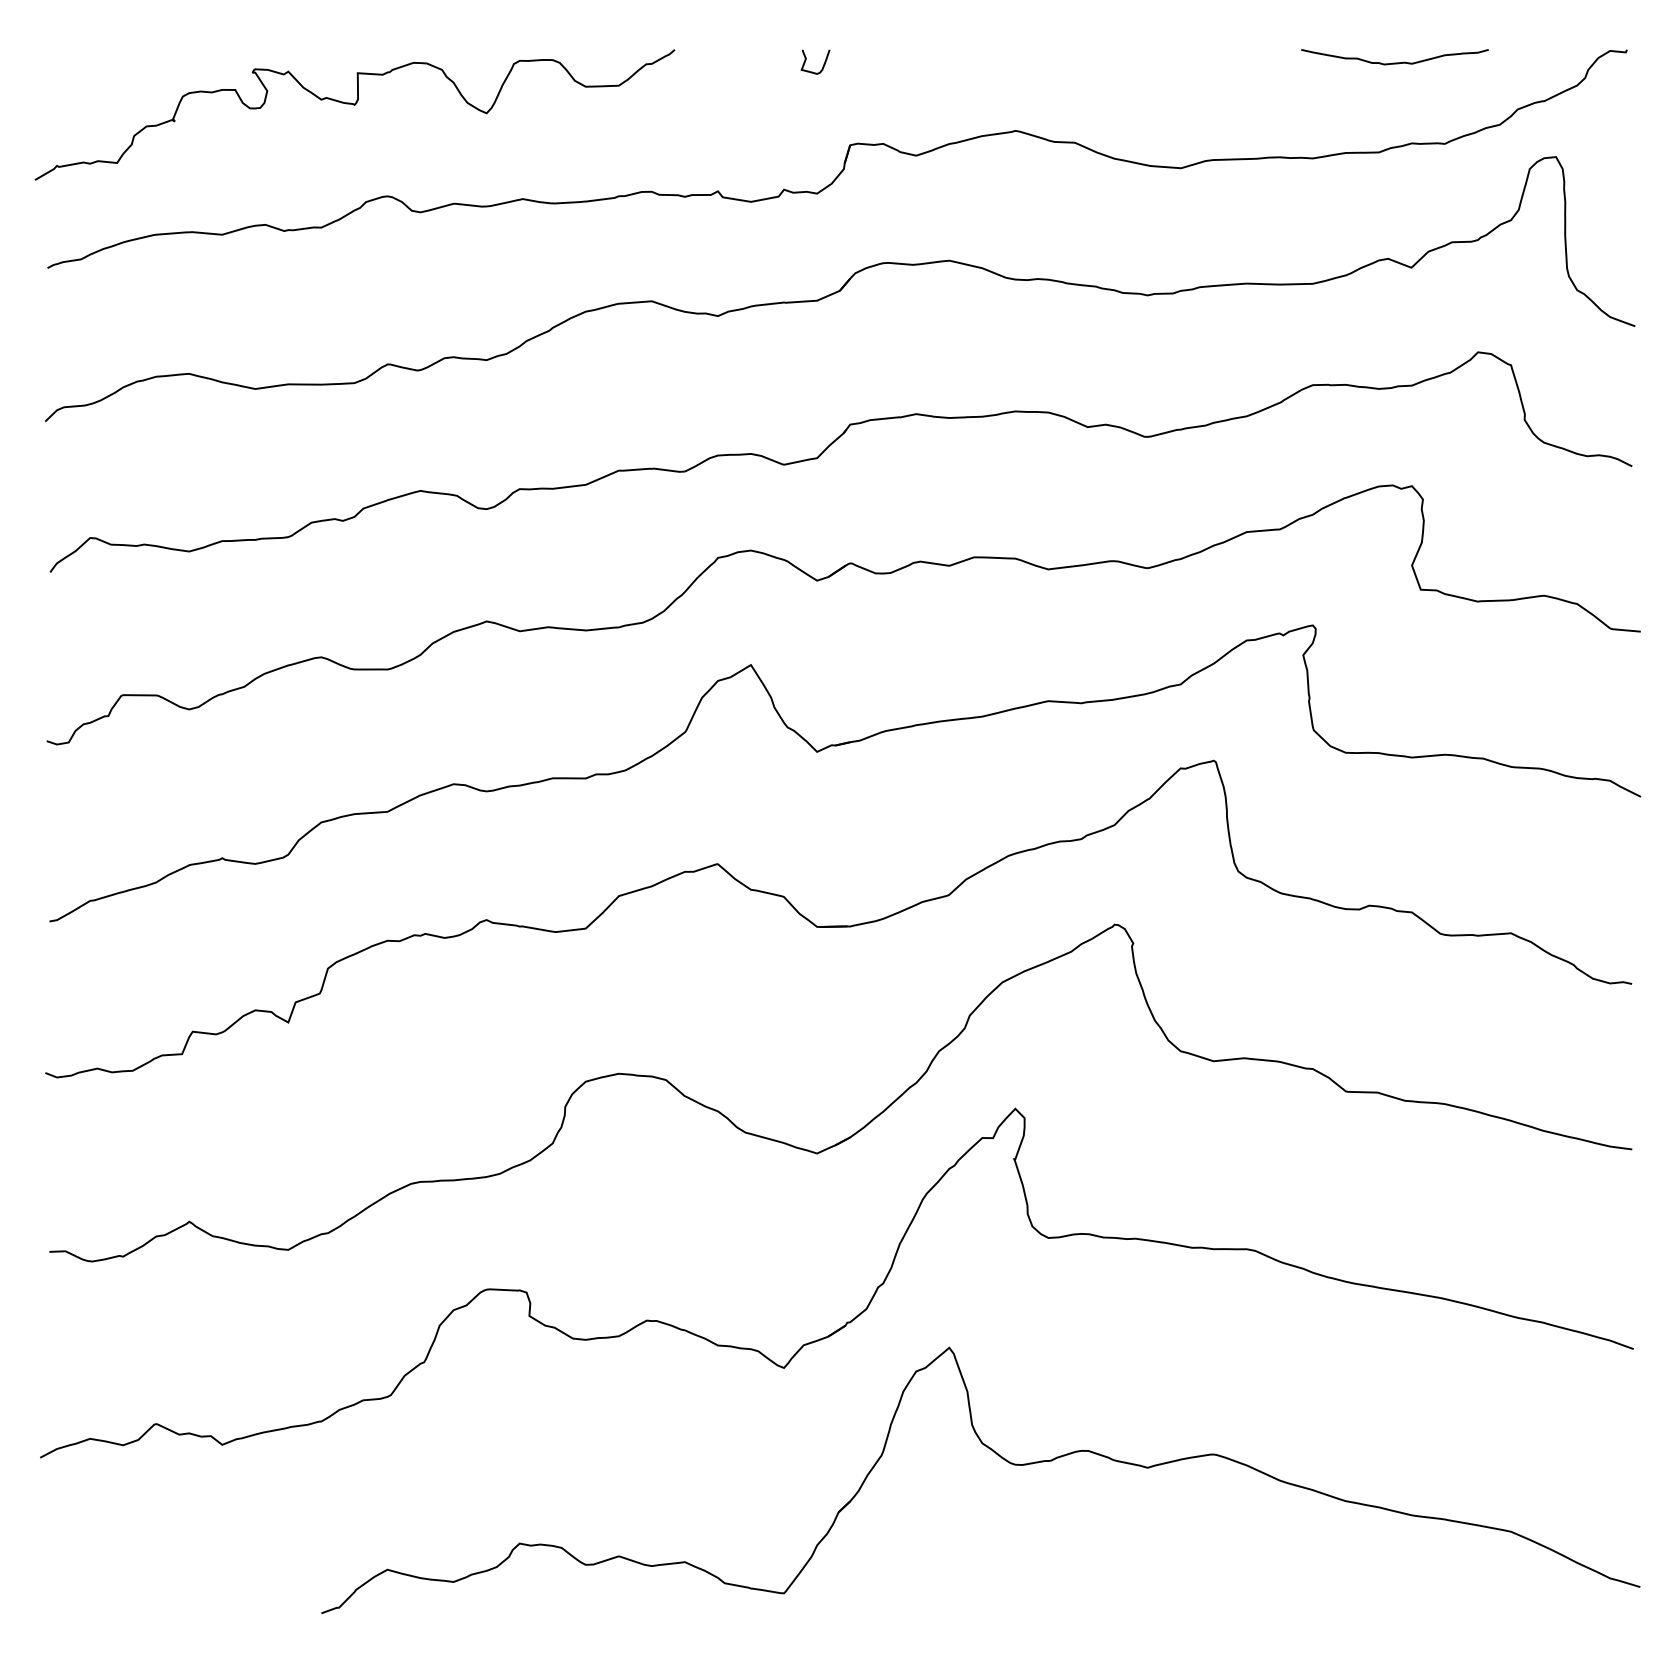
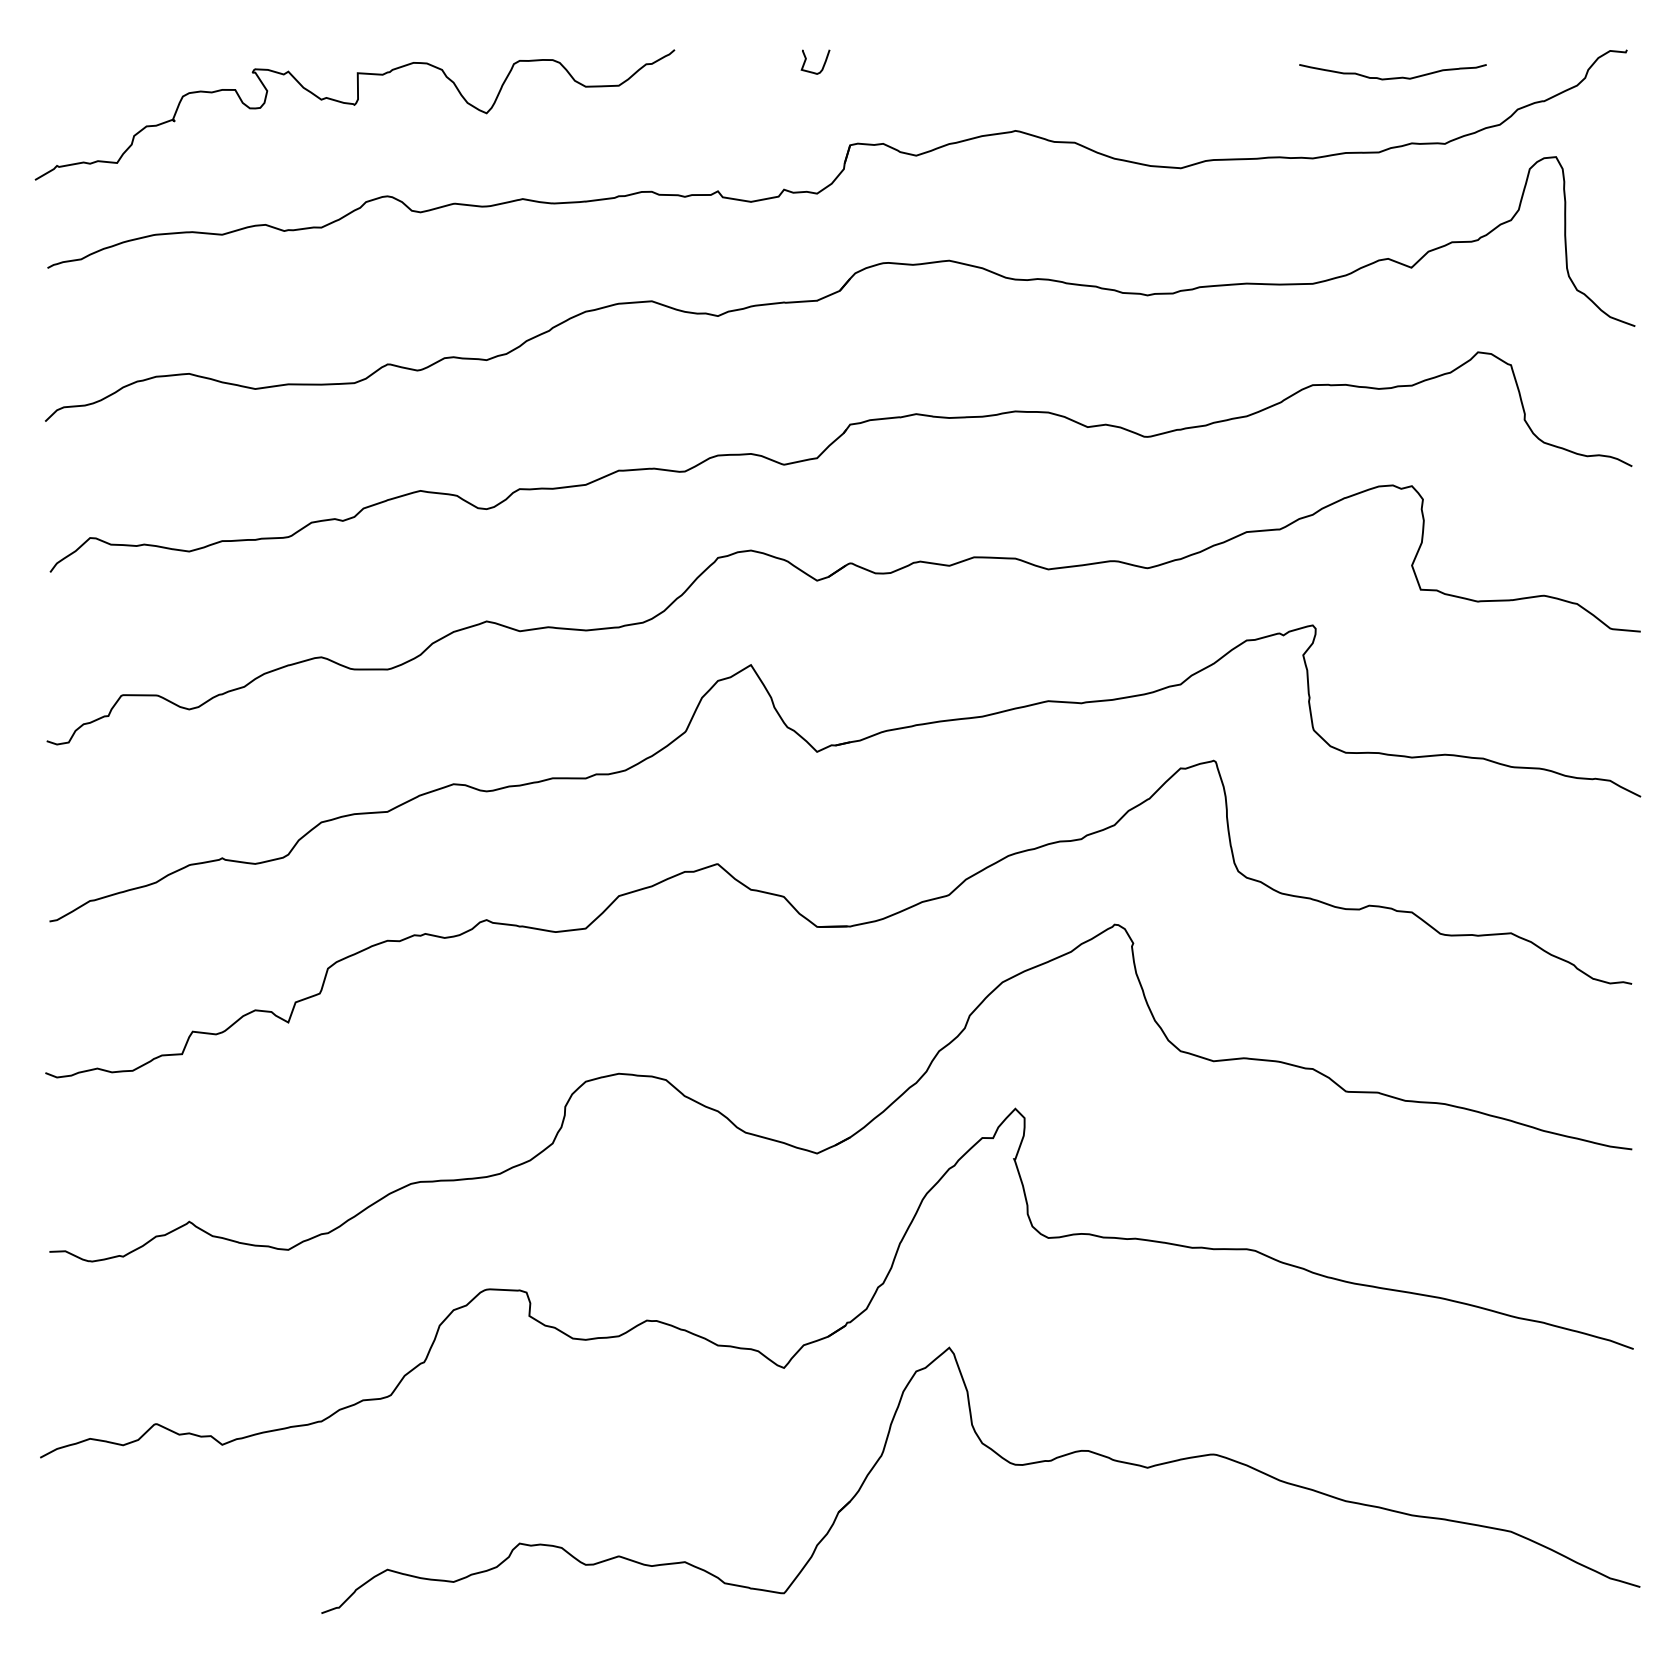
curve at (1394, 62) position: (1394, 62) -> (1392, 77)
